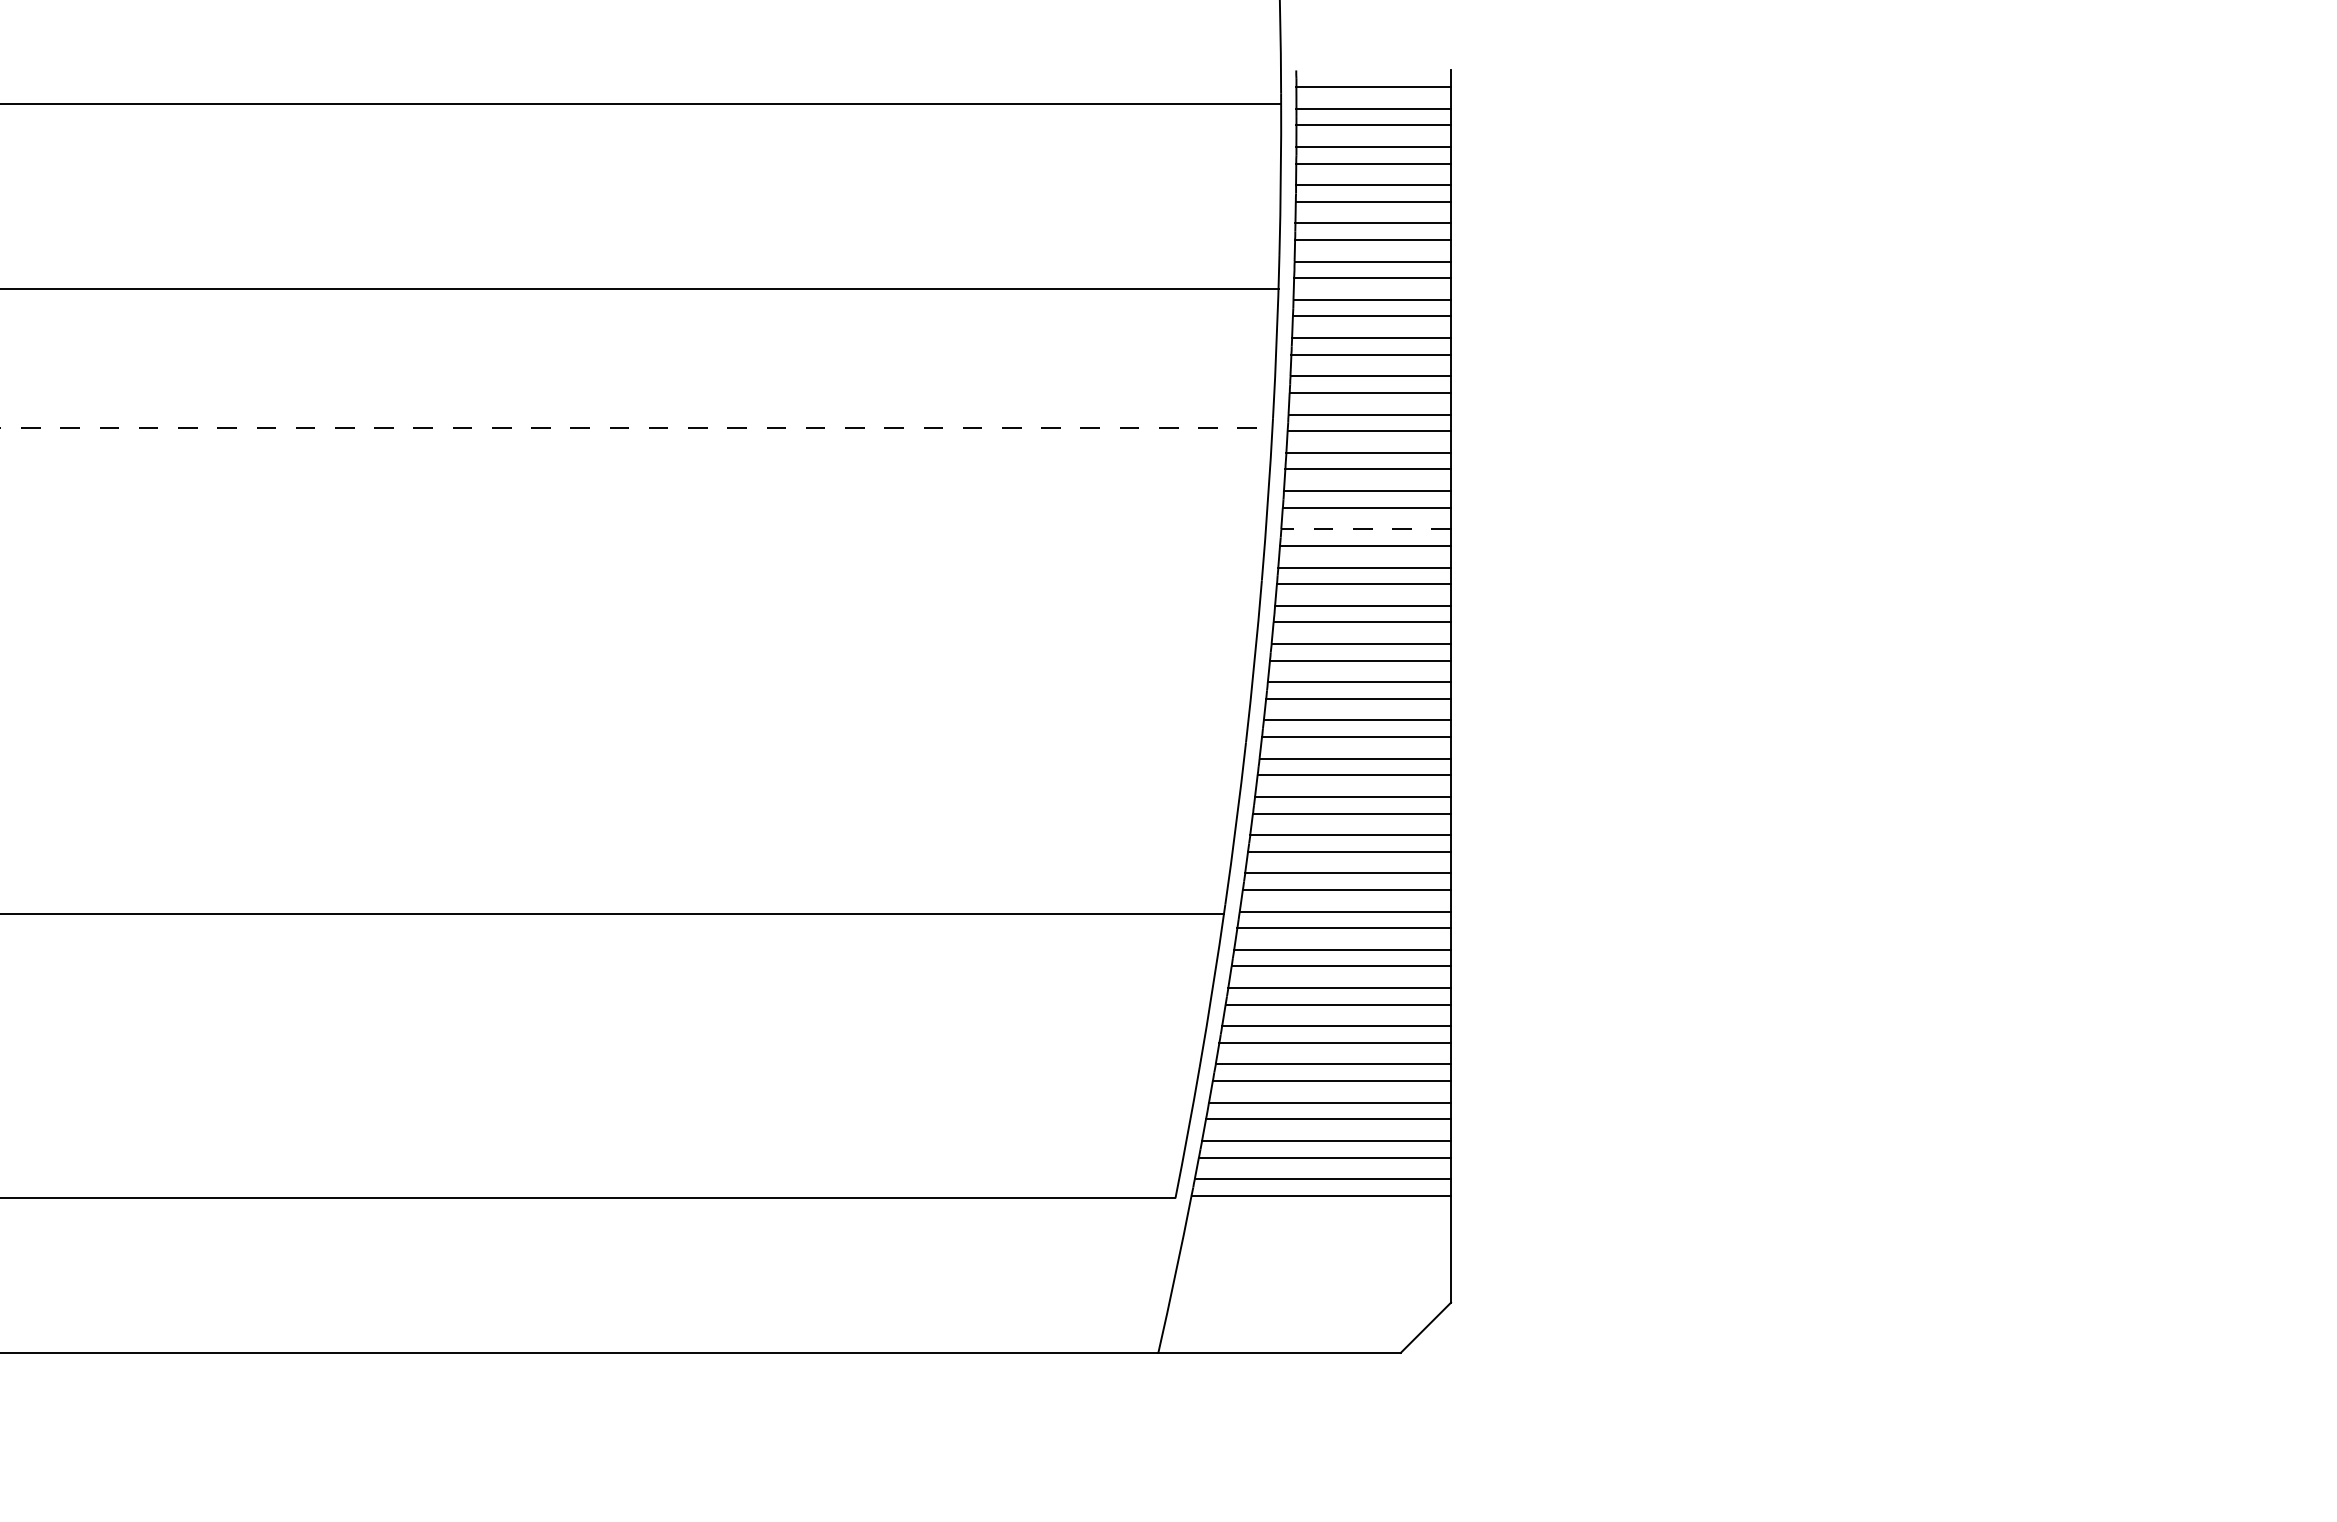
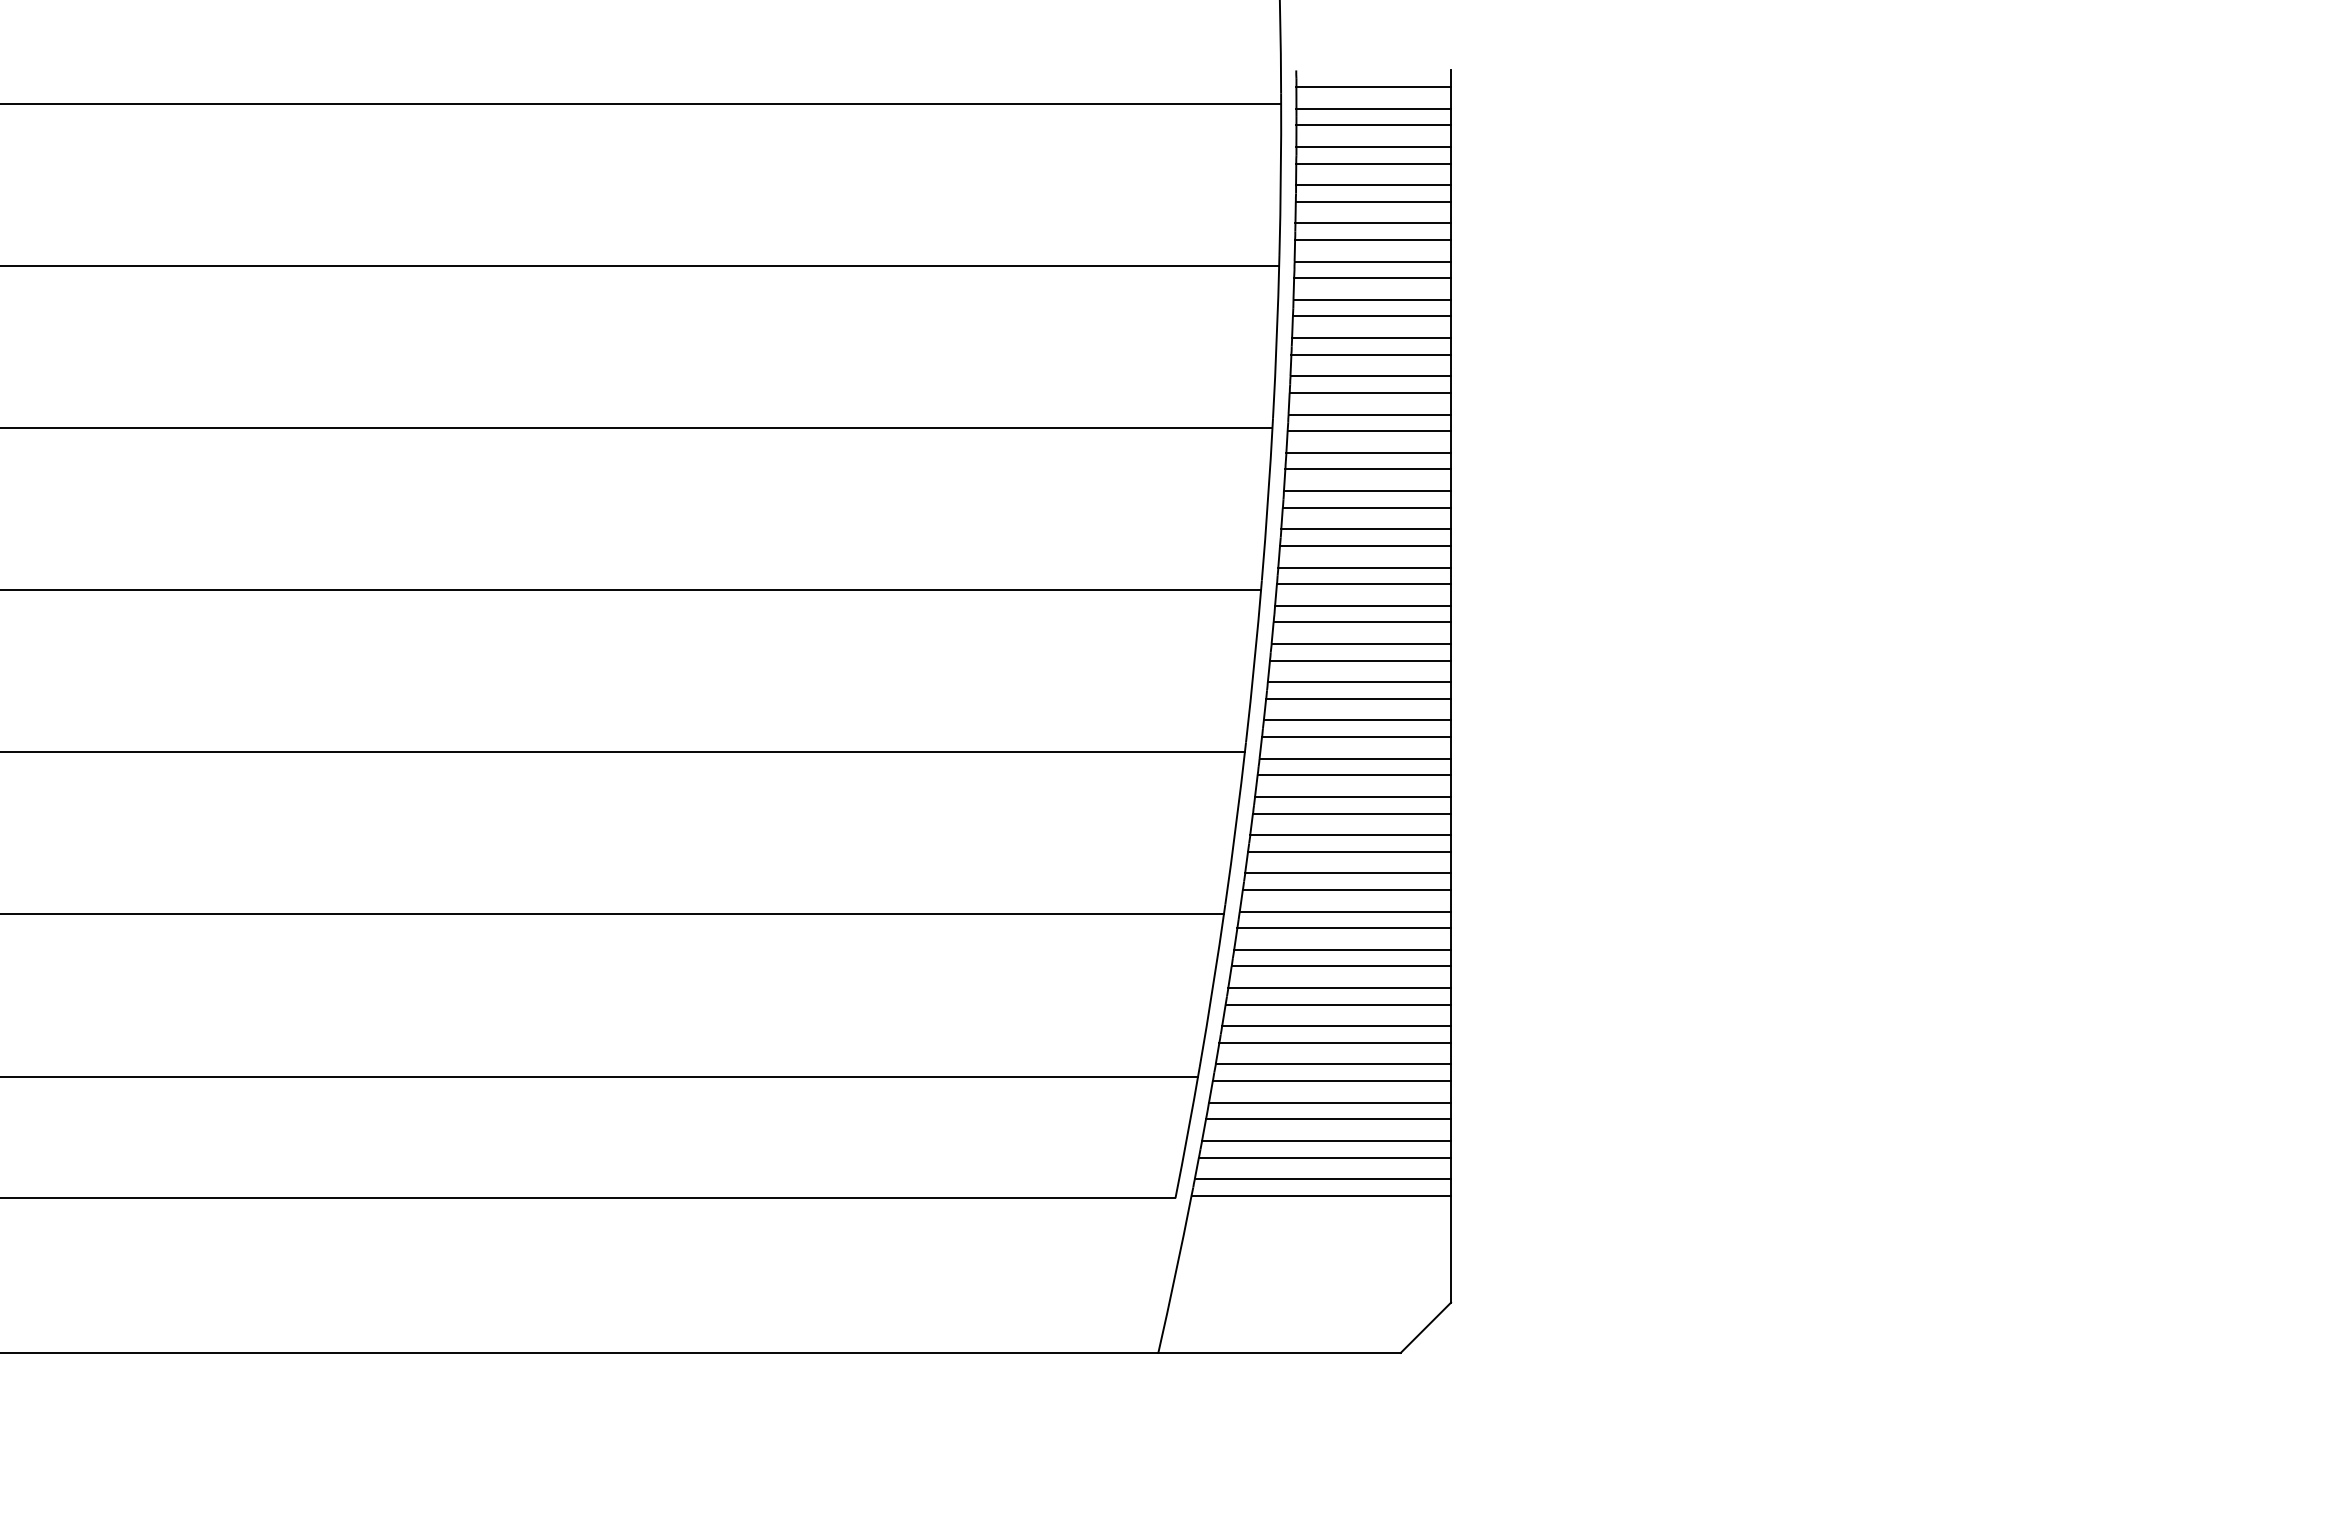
line at (640, 288) position: (640, 288) -> (640, 265)
line at (636, 427): dashed -> solid
line at (1366, 529): dashed -> solid
line at (631, 590): none -> present
line at (623, 752): none -> present
line at (599, 1076): none -> present
